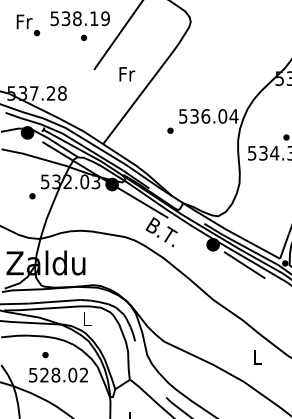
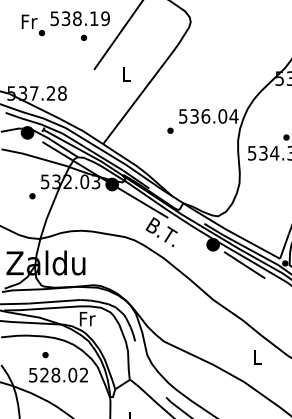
text at (28, 25) position: (28, 25) -> (33, 25)
text at (127, 74): Fr -> L
text at (87, 318): L -> Fr
